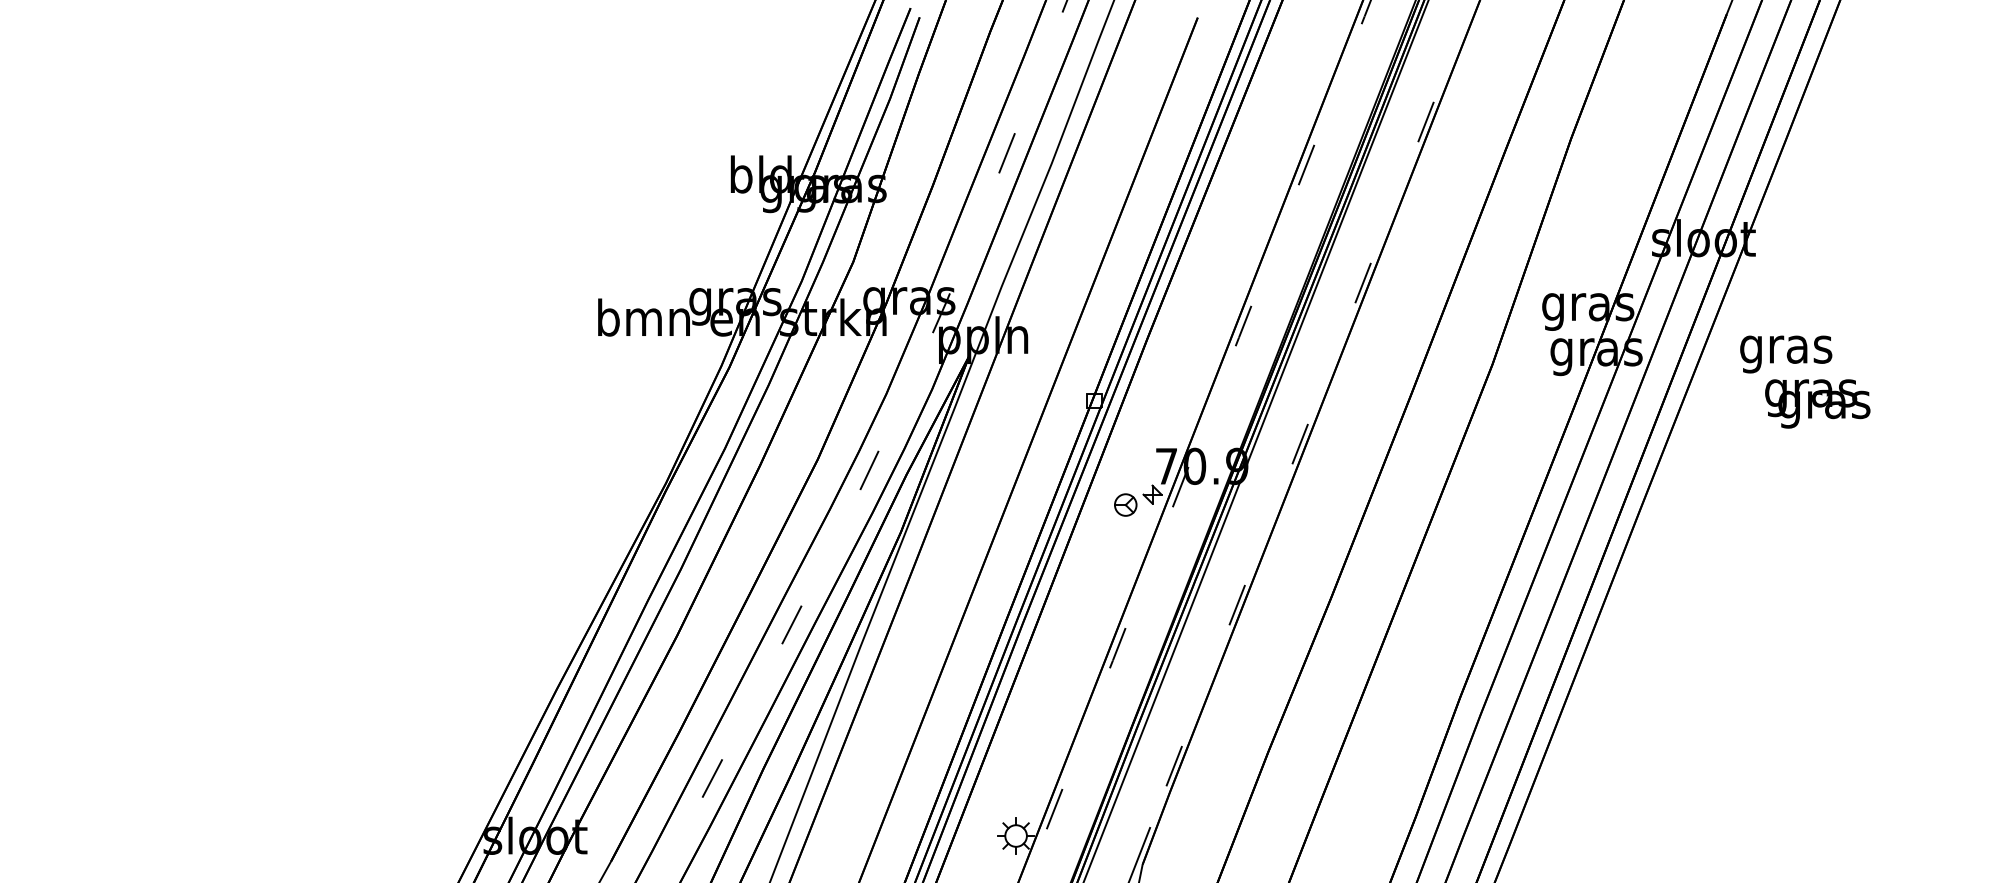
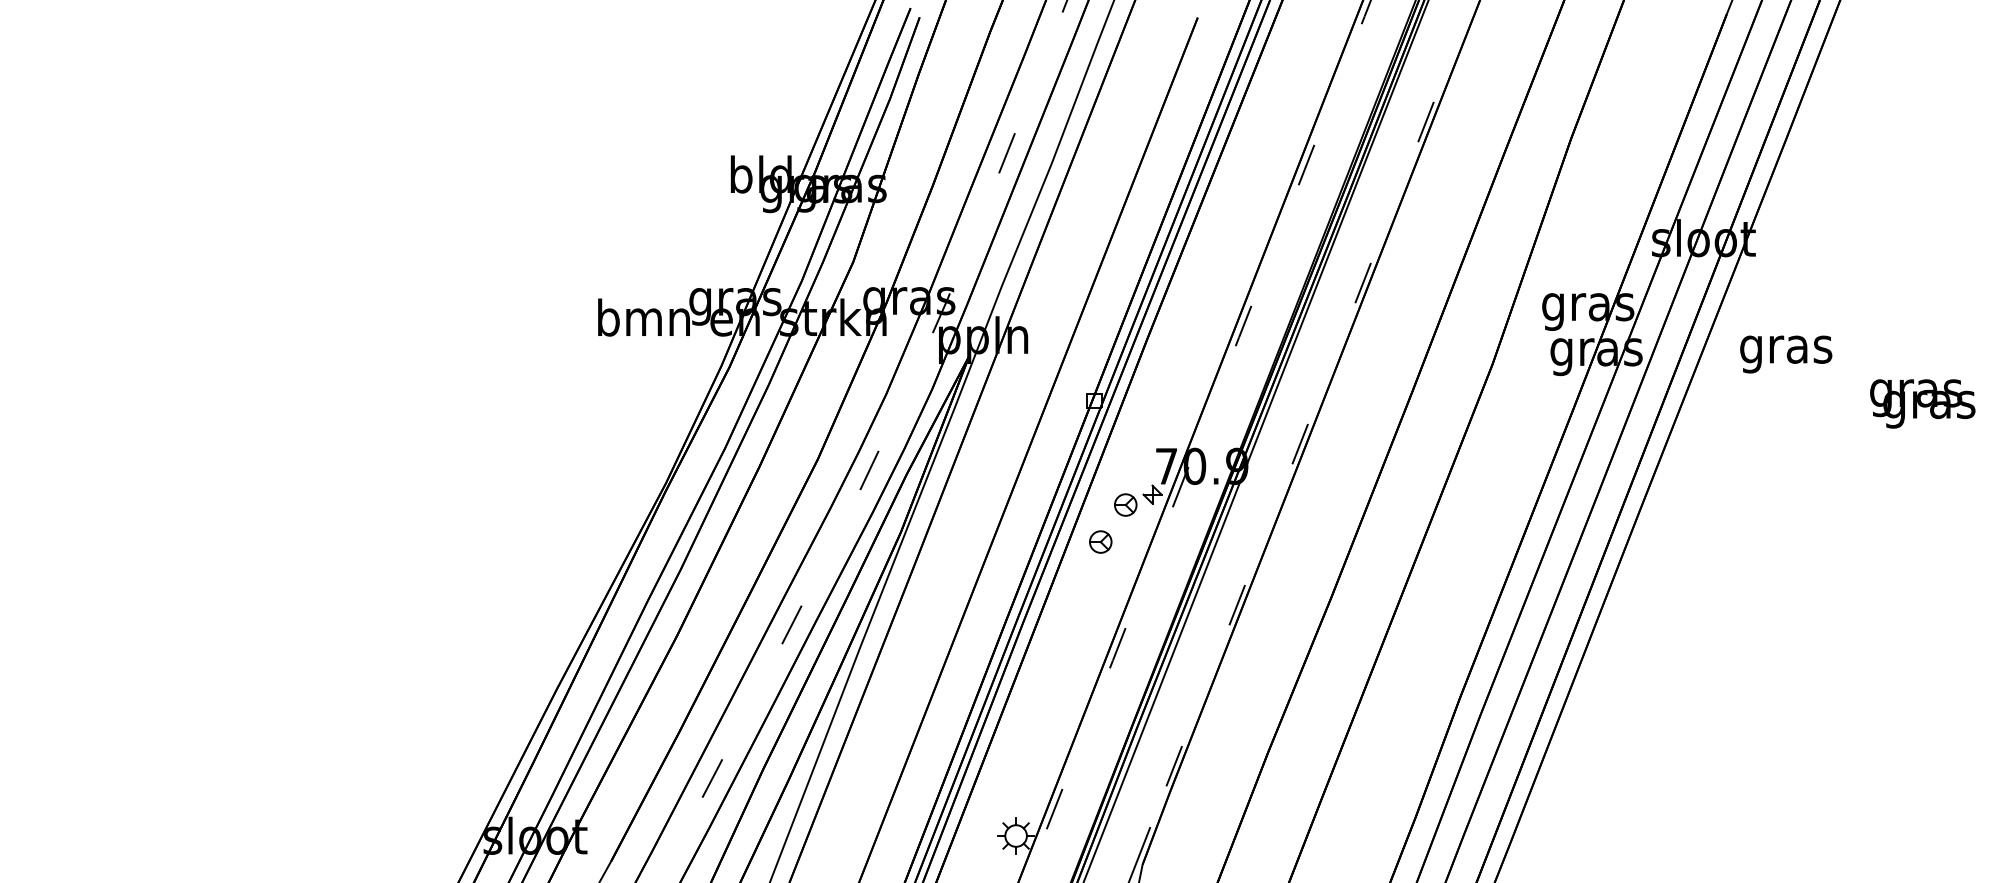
text at (1817, 403) position: (1817, 403) -> (1922, 403)
part at (1100, 541): none -> present
